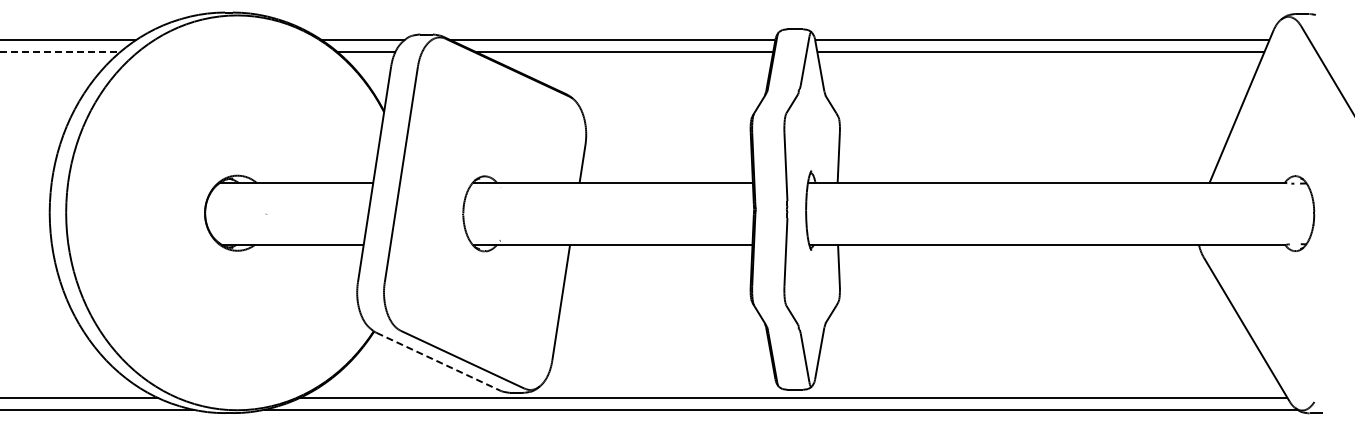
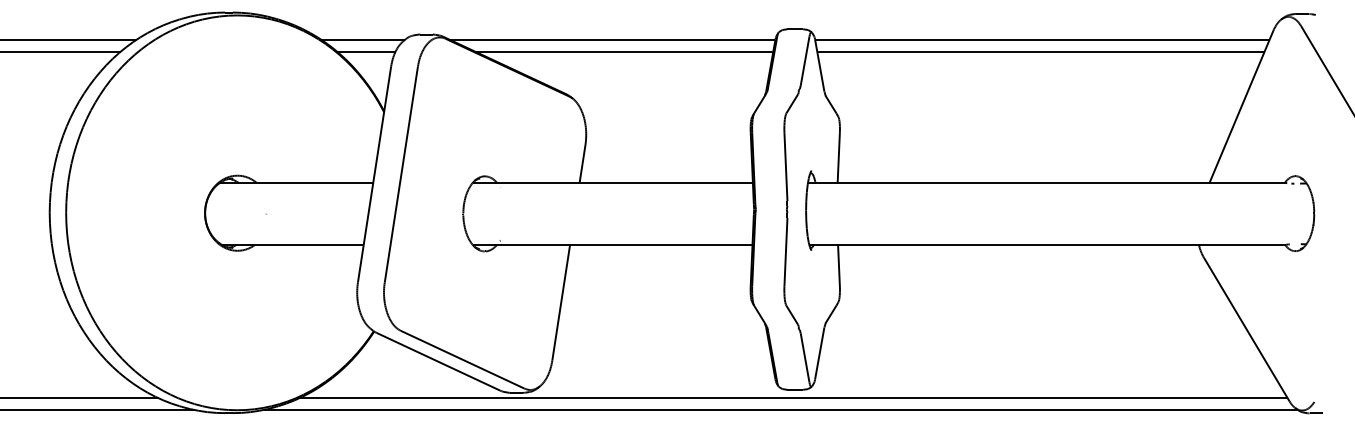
line at (60, 51): dashed -> solid
line at (438, 362): dashed -> solid
